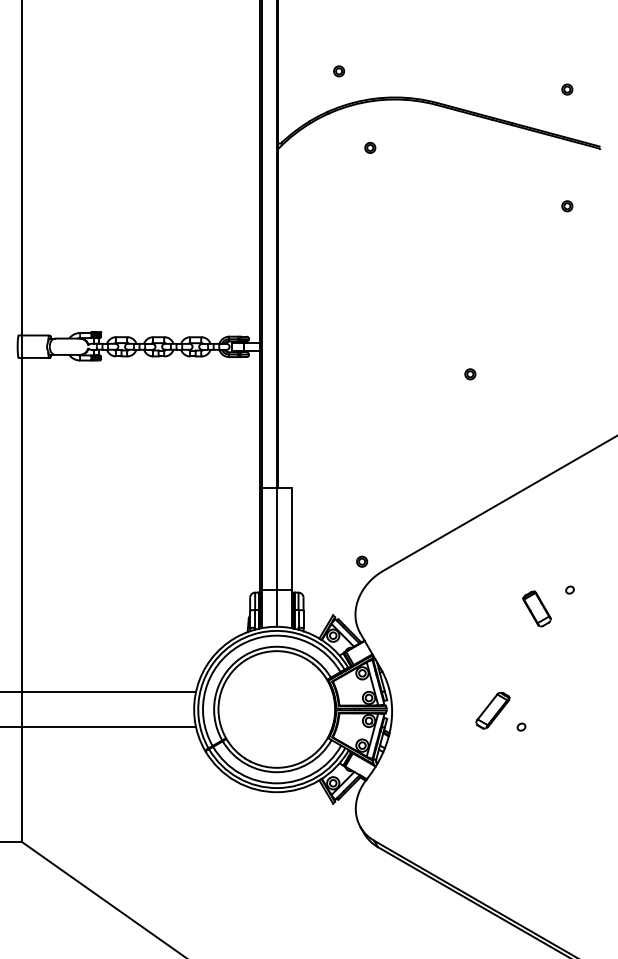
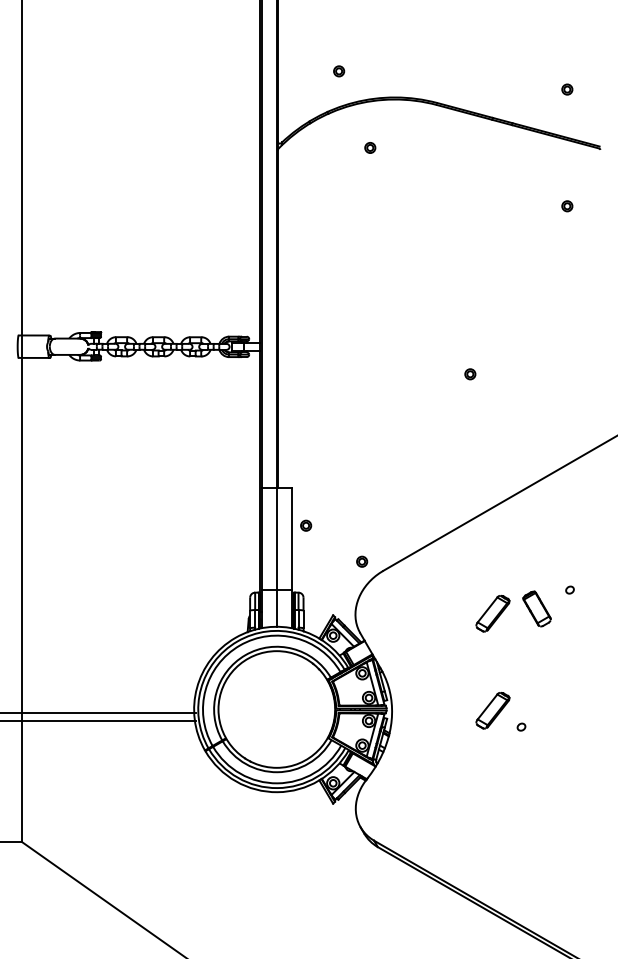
part at (306, 525): none -> present
part at (492, 613): none -> present
line at (98, 692) position: (98, 692) -> (98, 713)
line at (98, 726) position: (98, 726) -> (98, 720)
